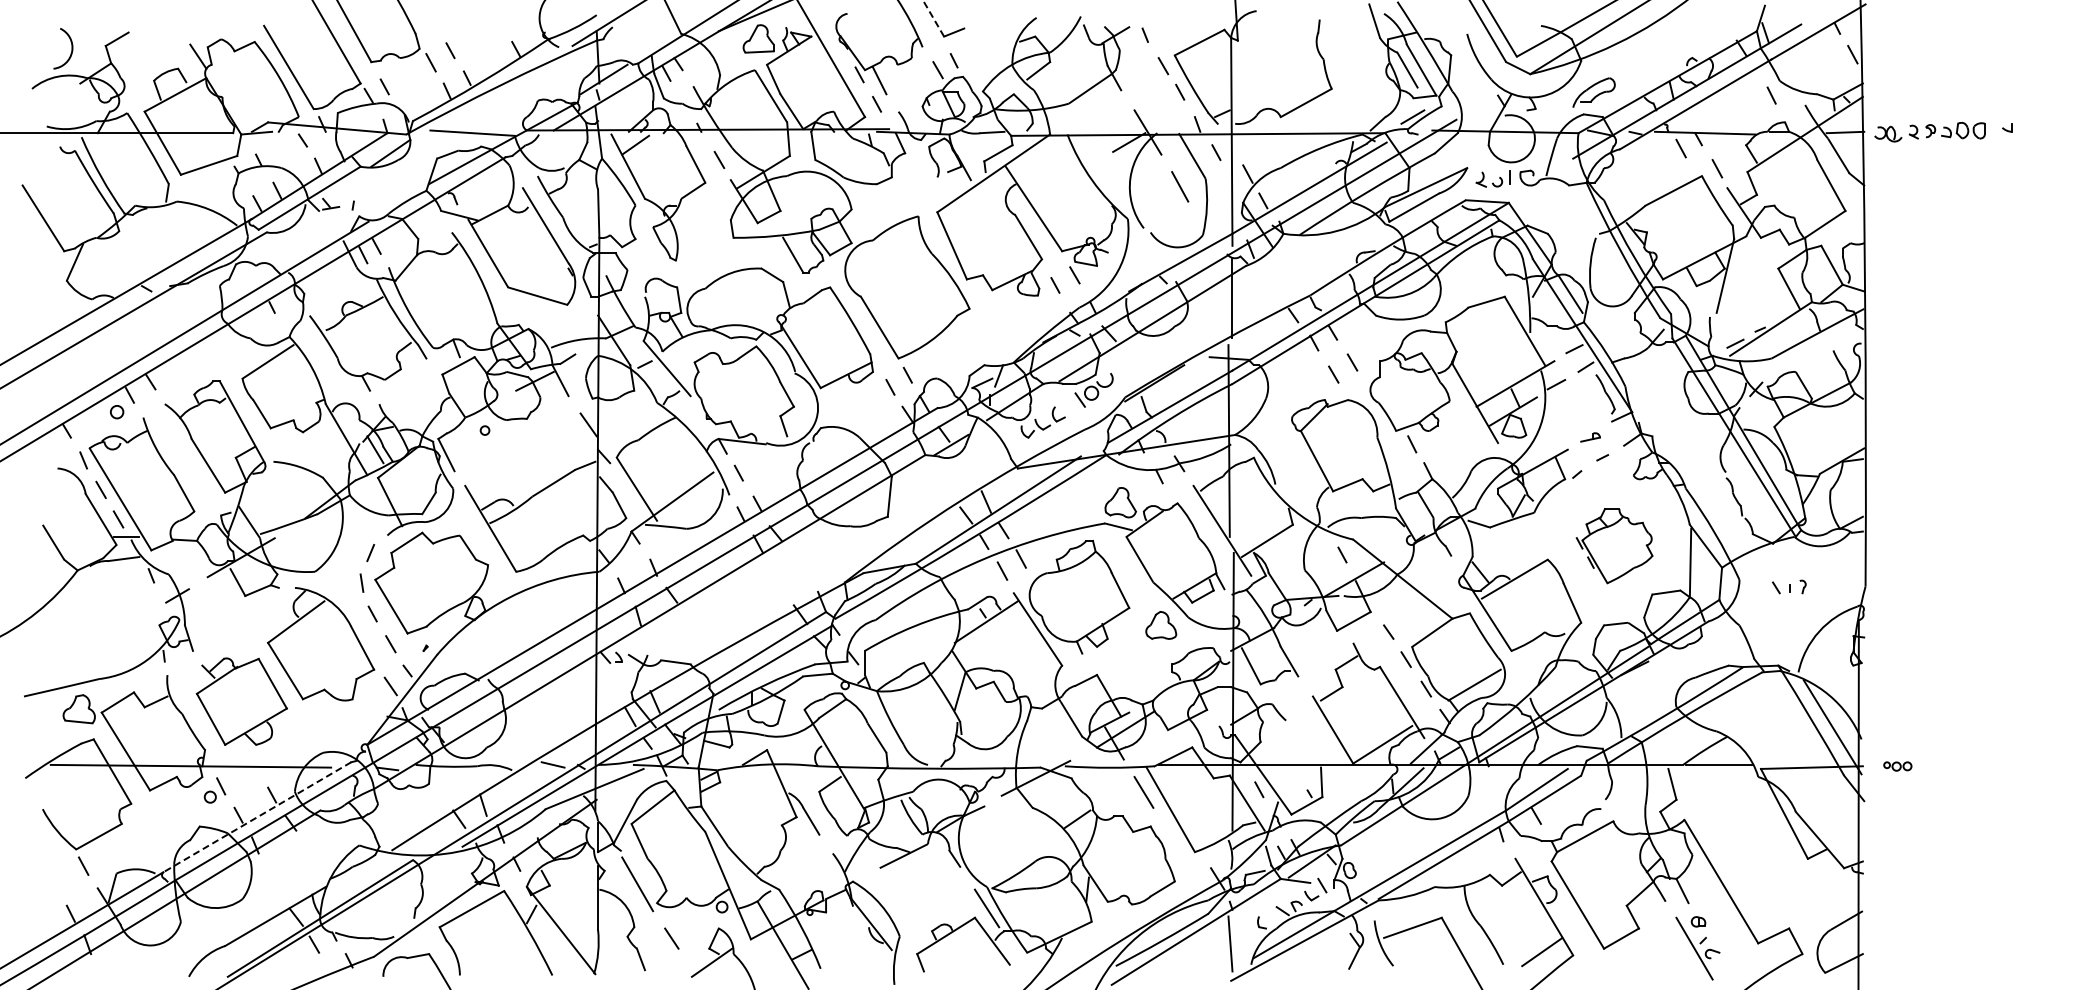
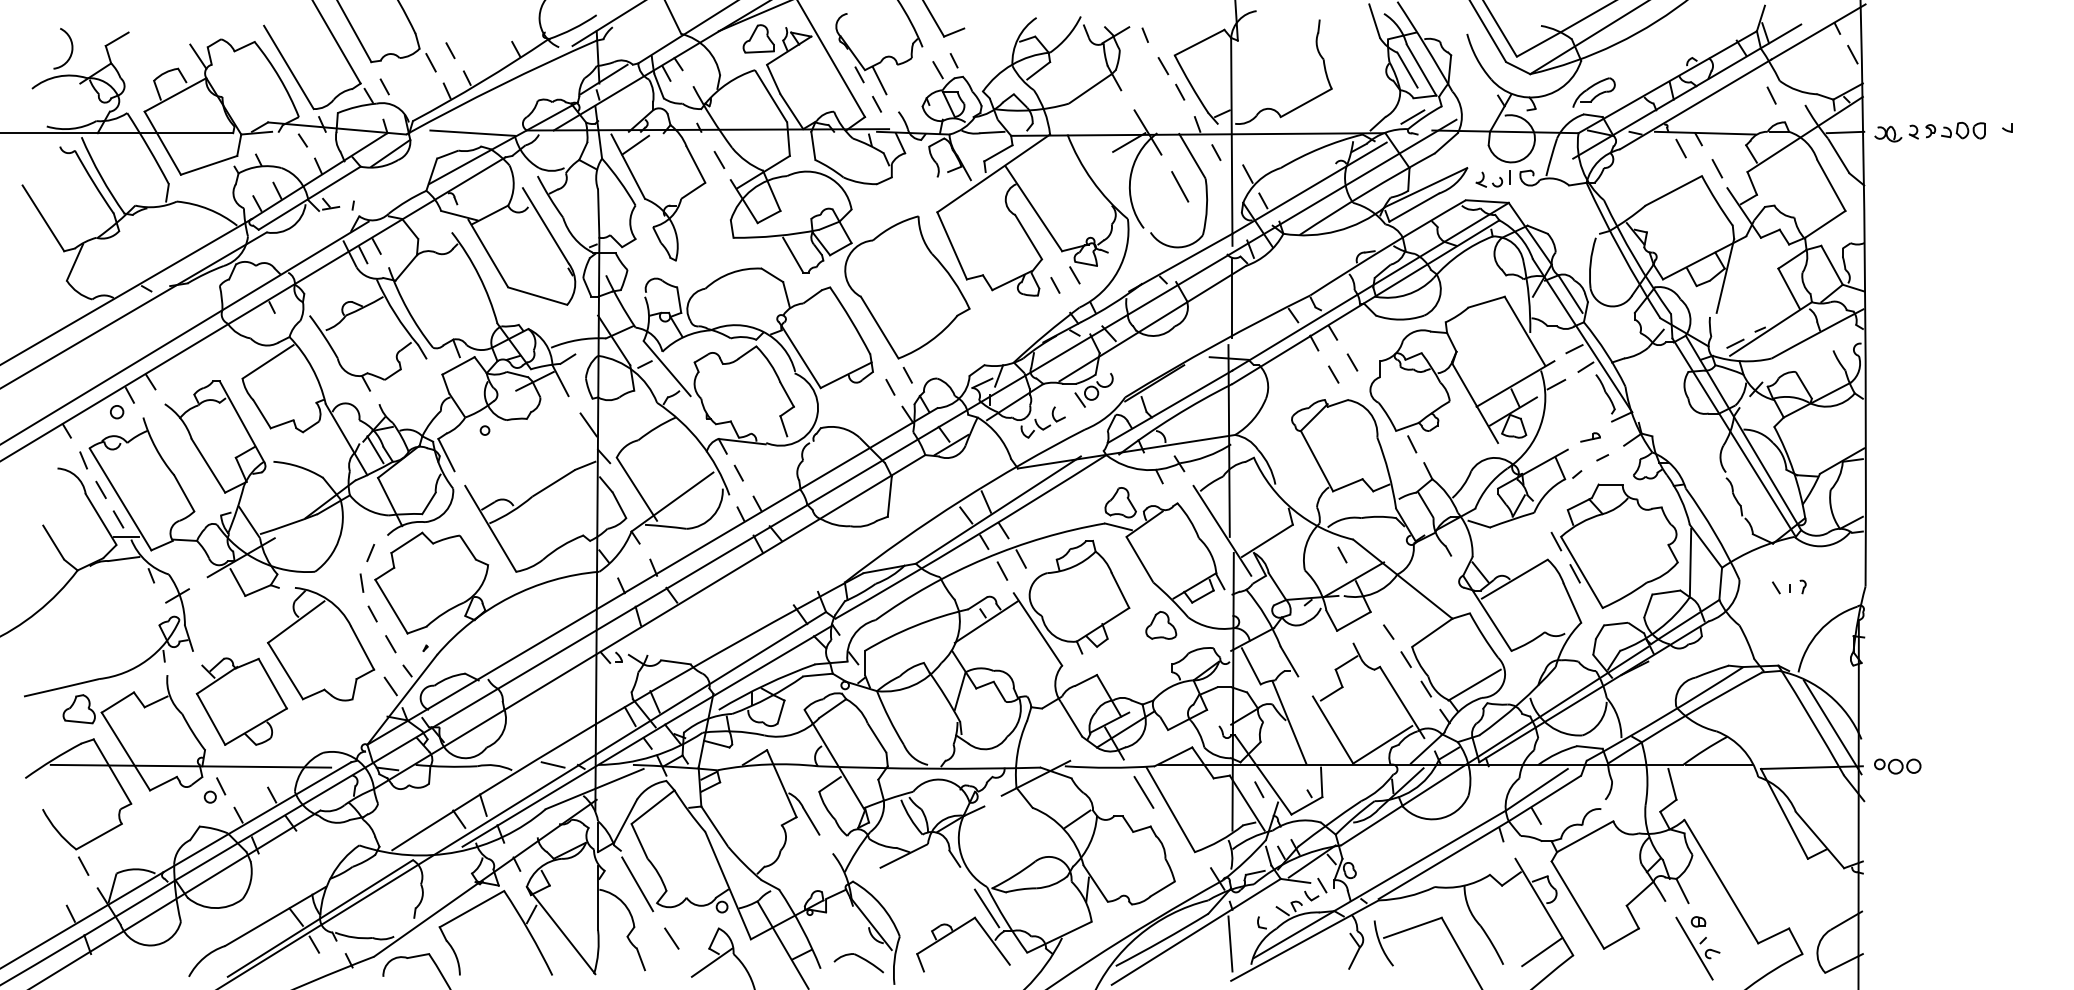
line at (933, 18): dashed -> solid
part at (1614, 546) size: 79x77 px -> 129x126 px
line at (1289, 722): none -> present
part at (1897, 766) size: 30x11 px -> 48x17 px
line at (257, 817): dashed -> solid
part at (858, 963): none -> present
